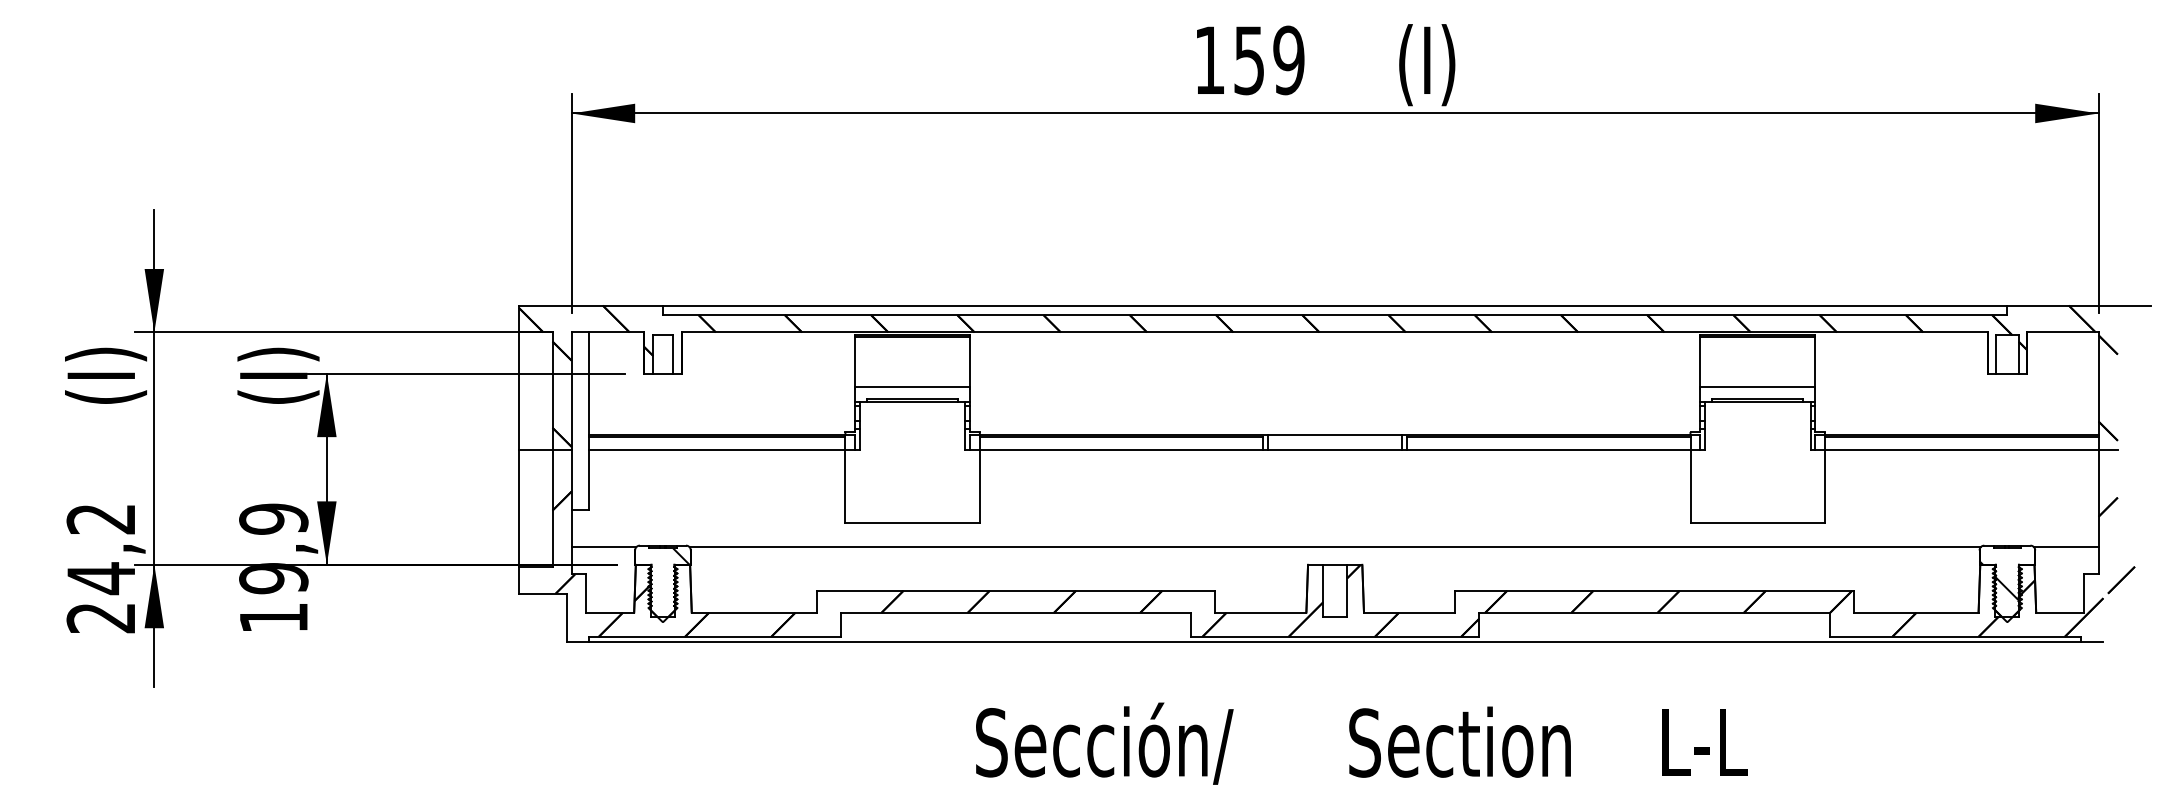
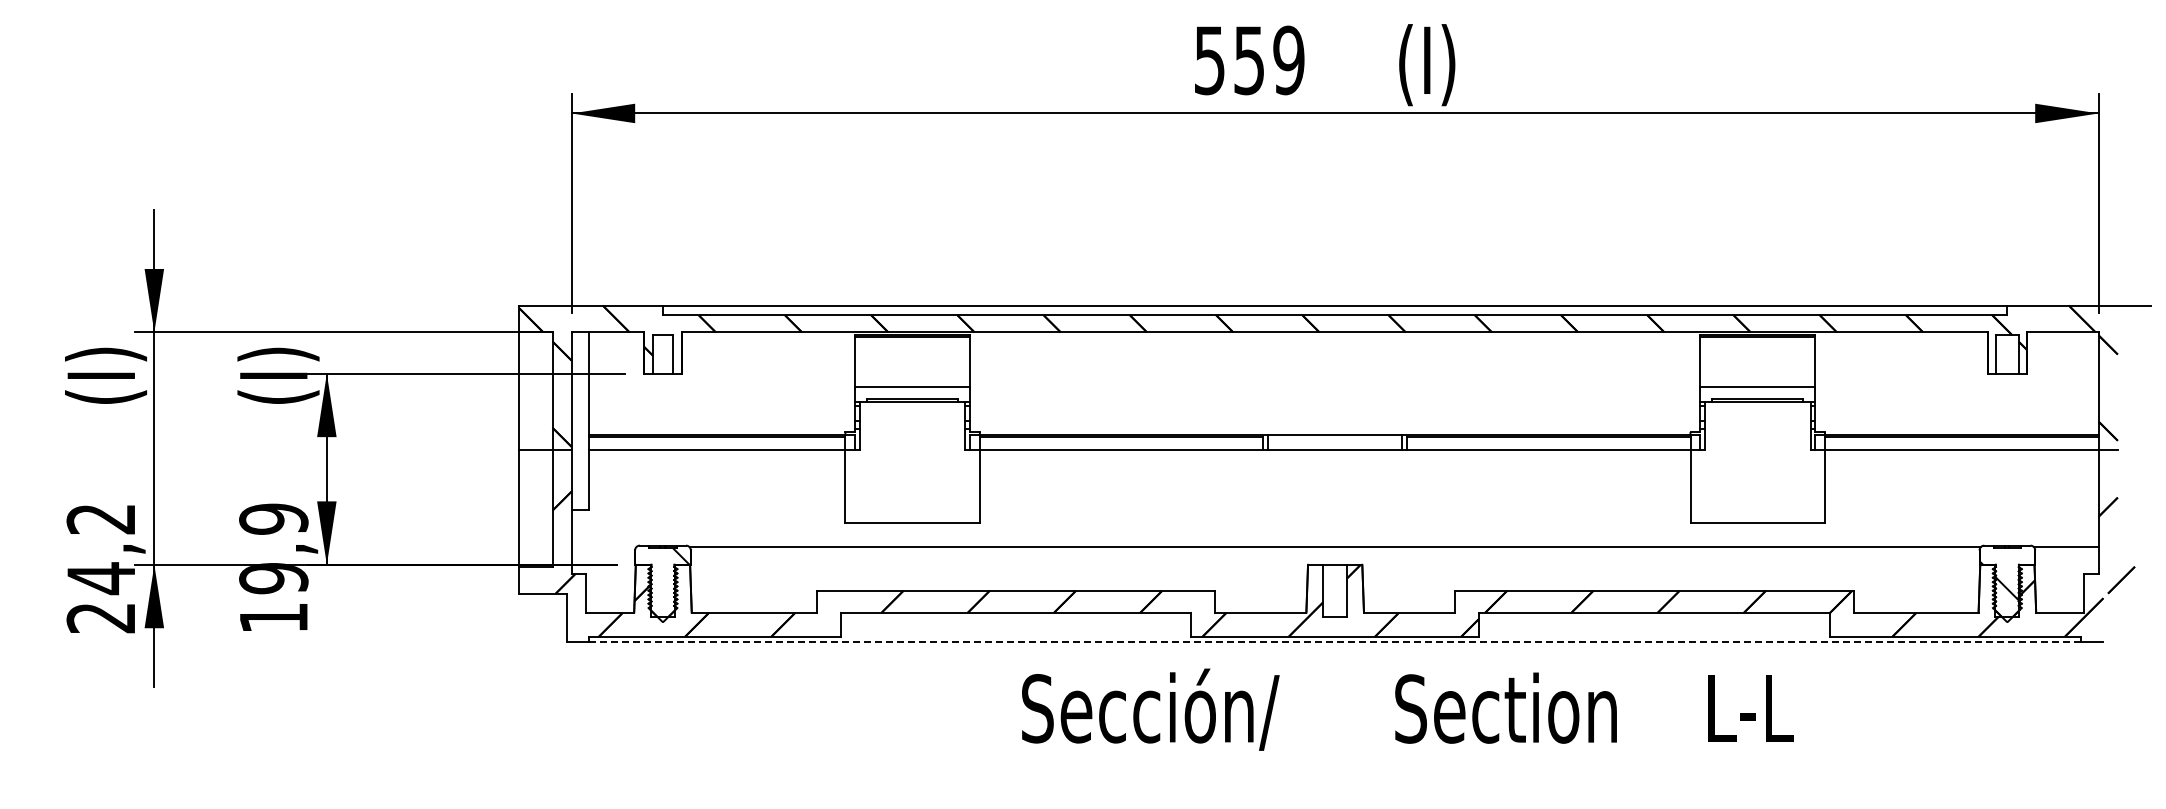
text at (1209, 60): 159 -> 559
line at (603, 547): present -> none
line at (1335, 641): solid -> dashed
text at (1361, 743) position: (1361, 743) -> (1407, 709)
